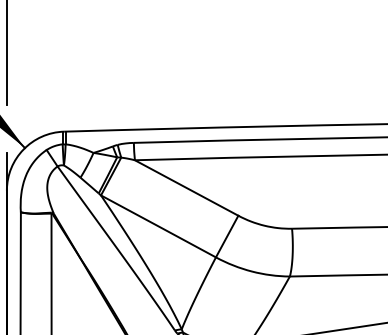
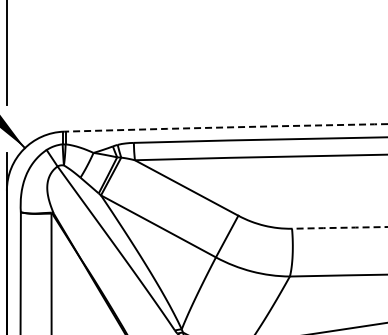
arc at (226, 127): solid -> dashed
arc at (339, 227): solid -> dashed
